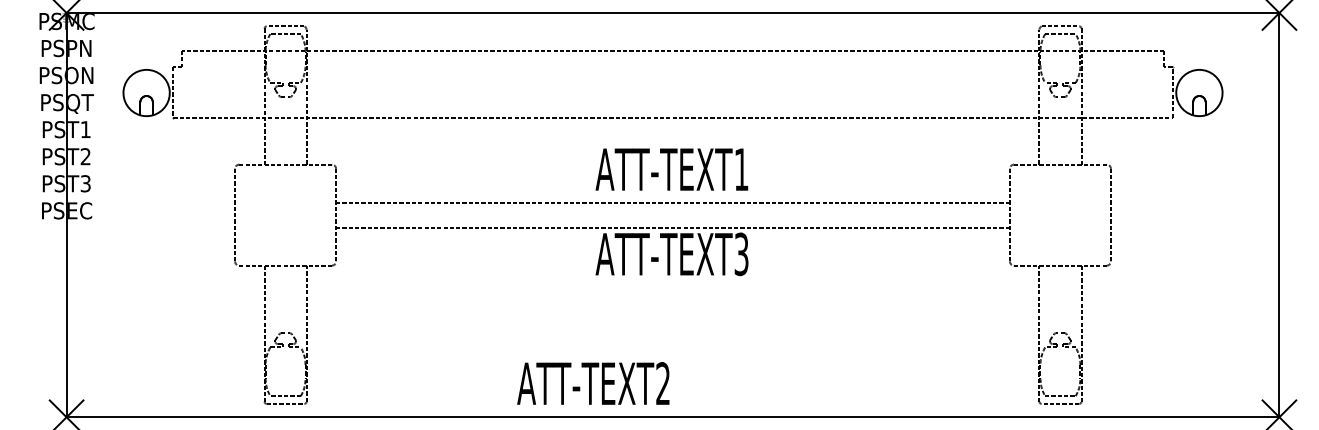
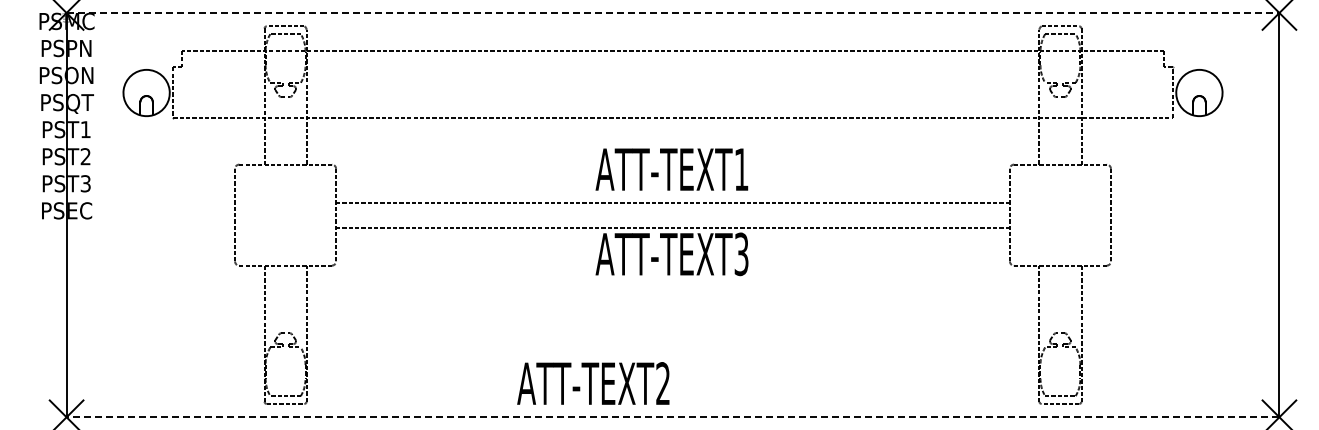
line at (673, 13): solid -> dashed
line at (672, 417): solid -> dashed
